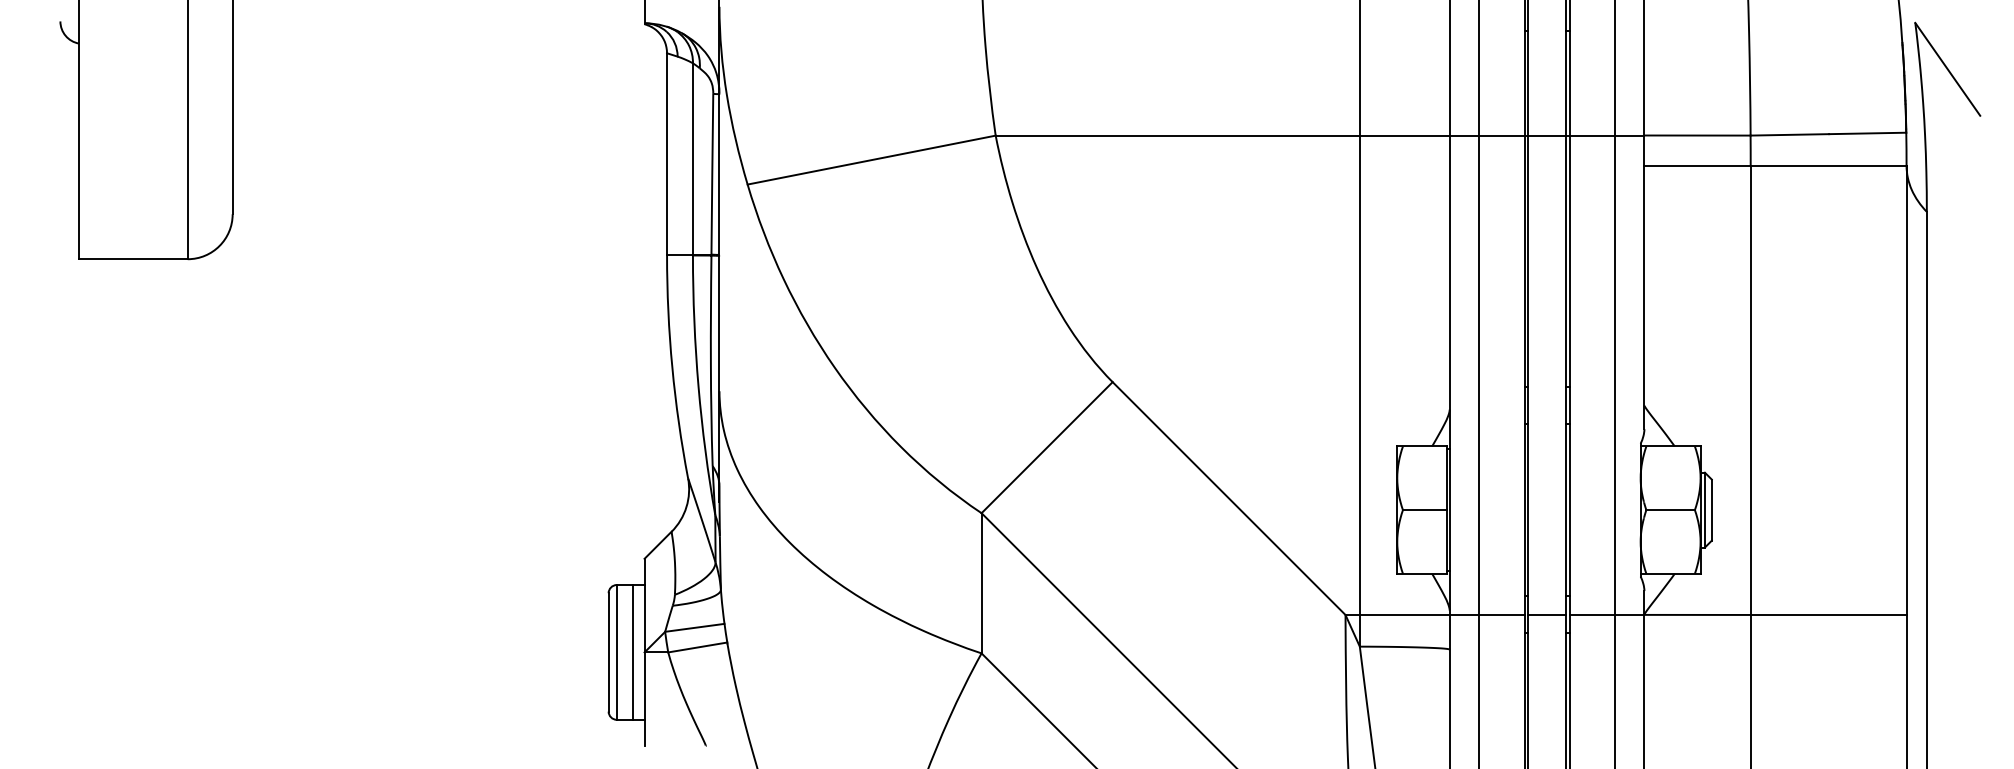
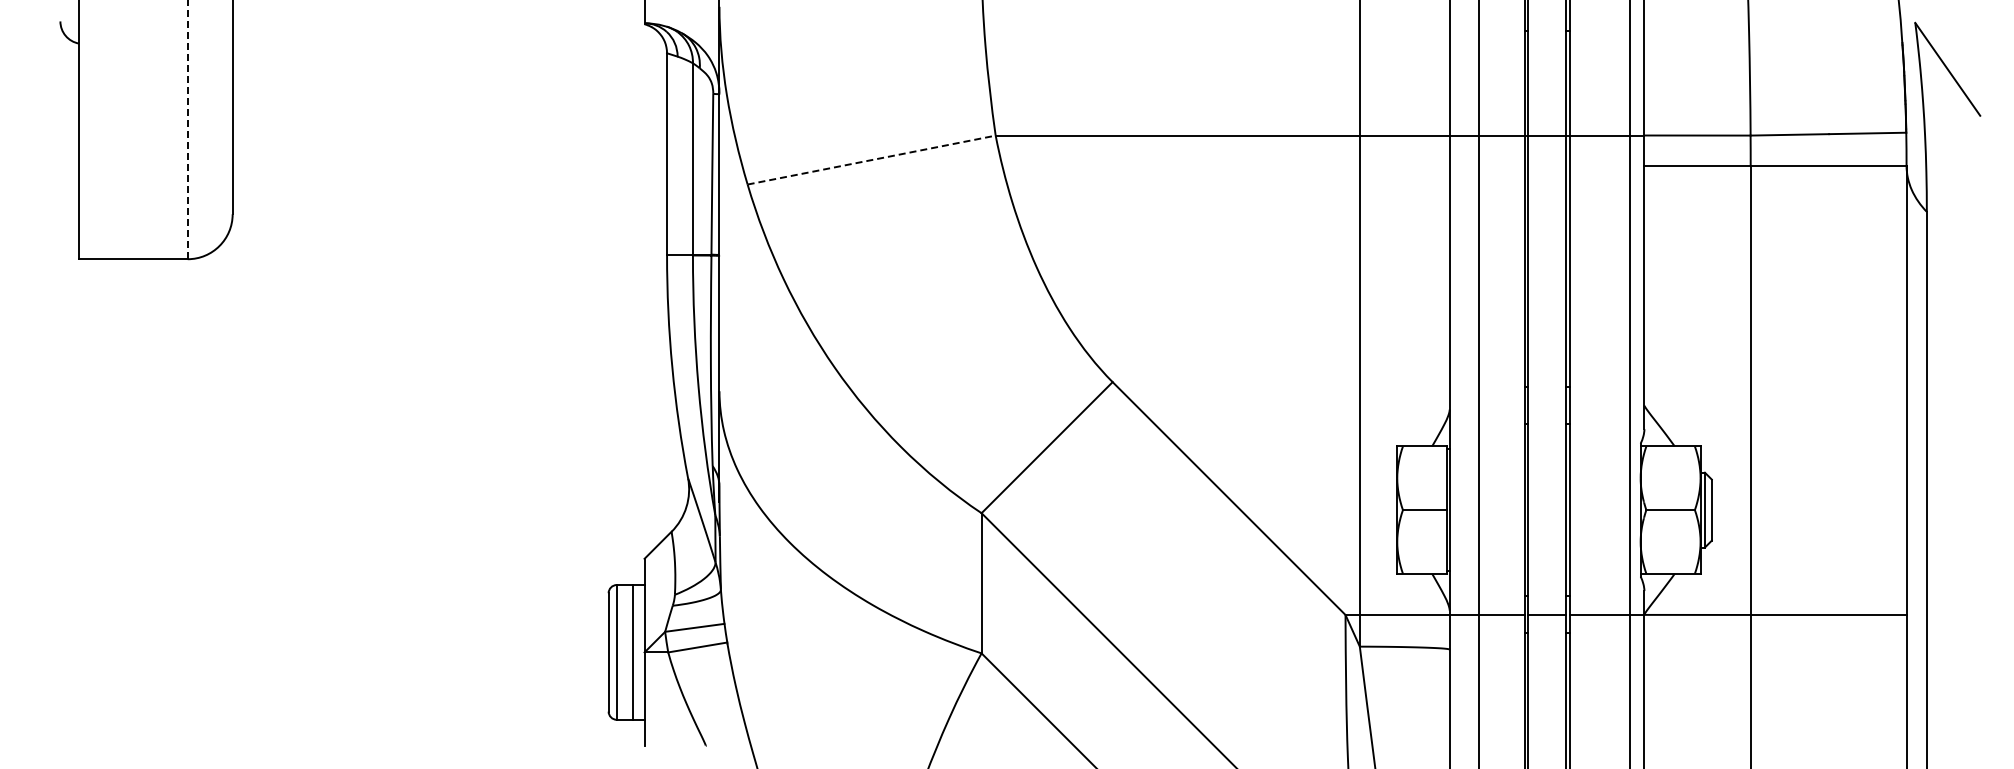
line at (187, 129): solid -> dashed
line at (872, 160): solid -> dashed
line at (1614, 383) position: (1614, 383) -> (1629, 383)
